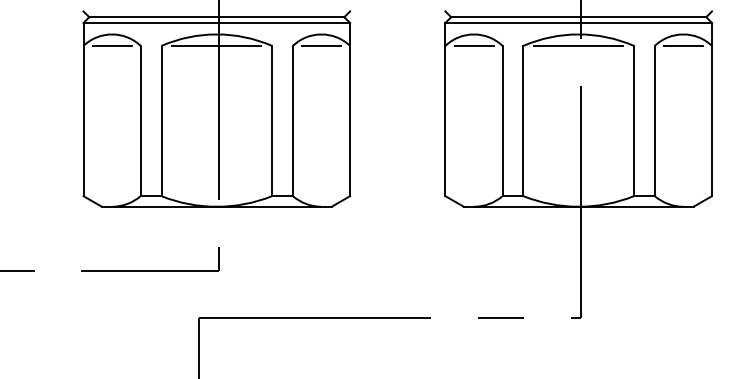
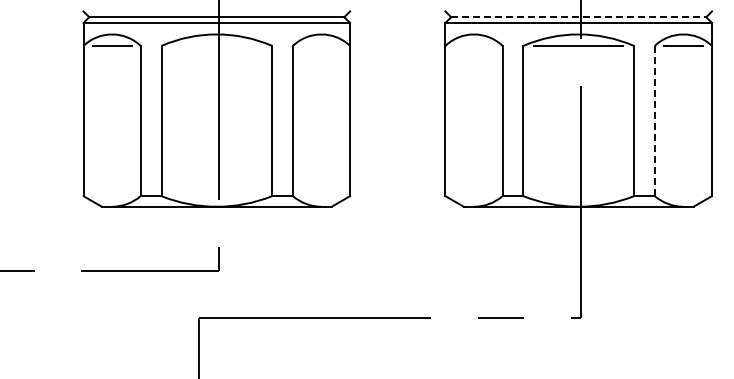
line at (578, 17): solid -> dashed
line at (216, 45): present -> none
line at (320, 45): present -> none
line at (474, 45): present -> none
line at (654, 120): solid -> dashed
